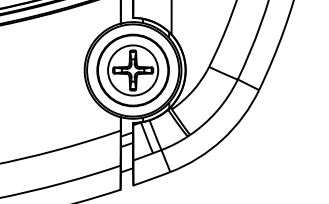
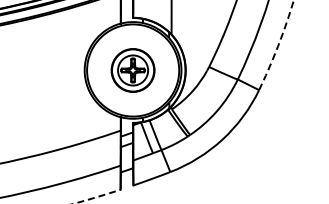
arc at (278, 45): solid -> dashed
part at (132, 70) size: 74x75 px -> 46x45 px
arc at (97, 197): solid -> dashed
